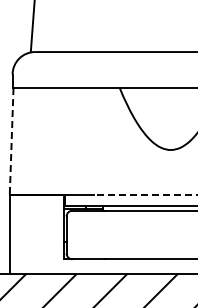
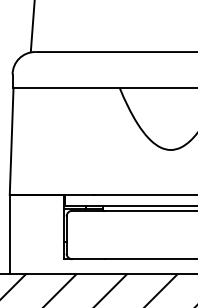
line at (11, 141): dashed -> solid
line at (145, 195): dashed -> solid
